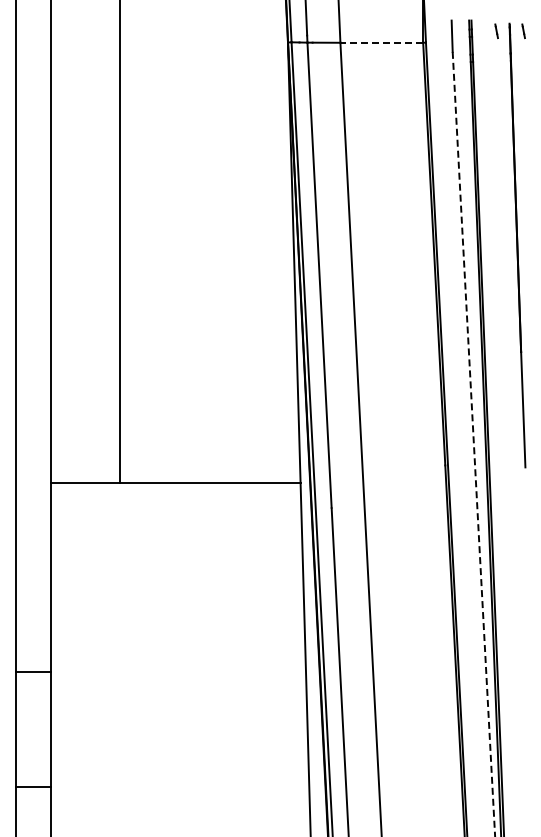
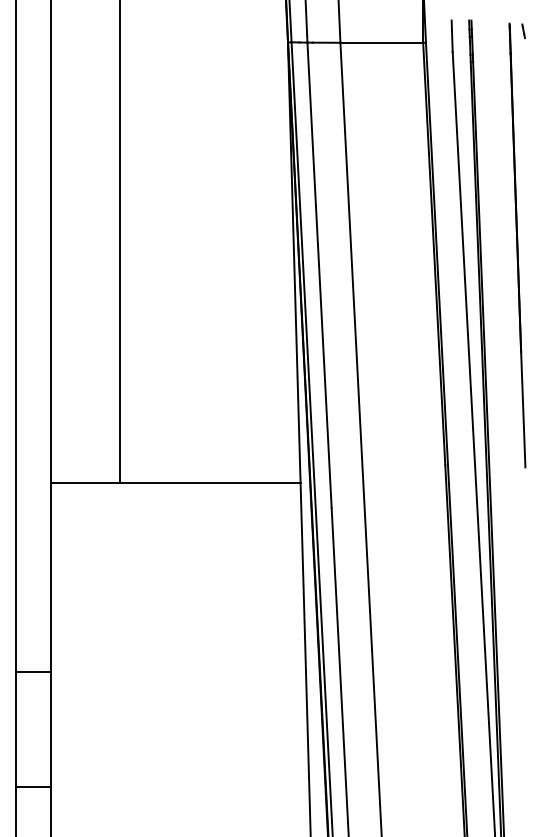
line at (496, 31): present -> none
line at (381, 42): dashed -> solid
line at (473, 444): dashed -> solid
